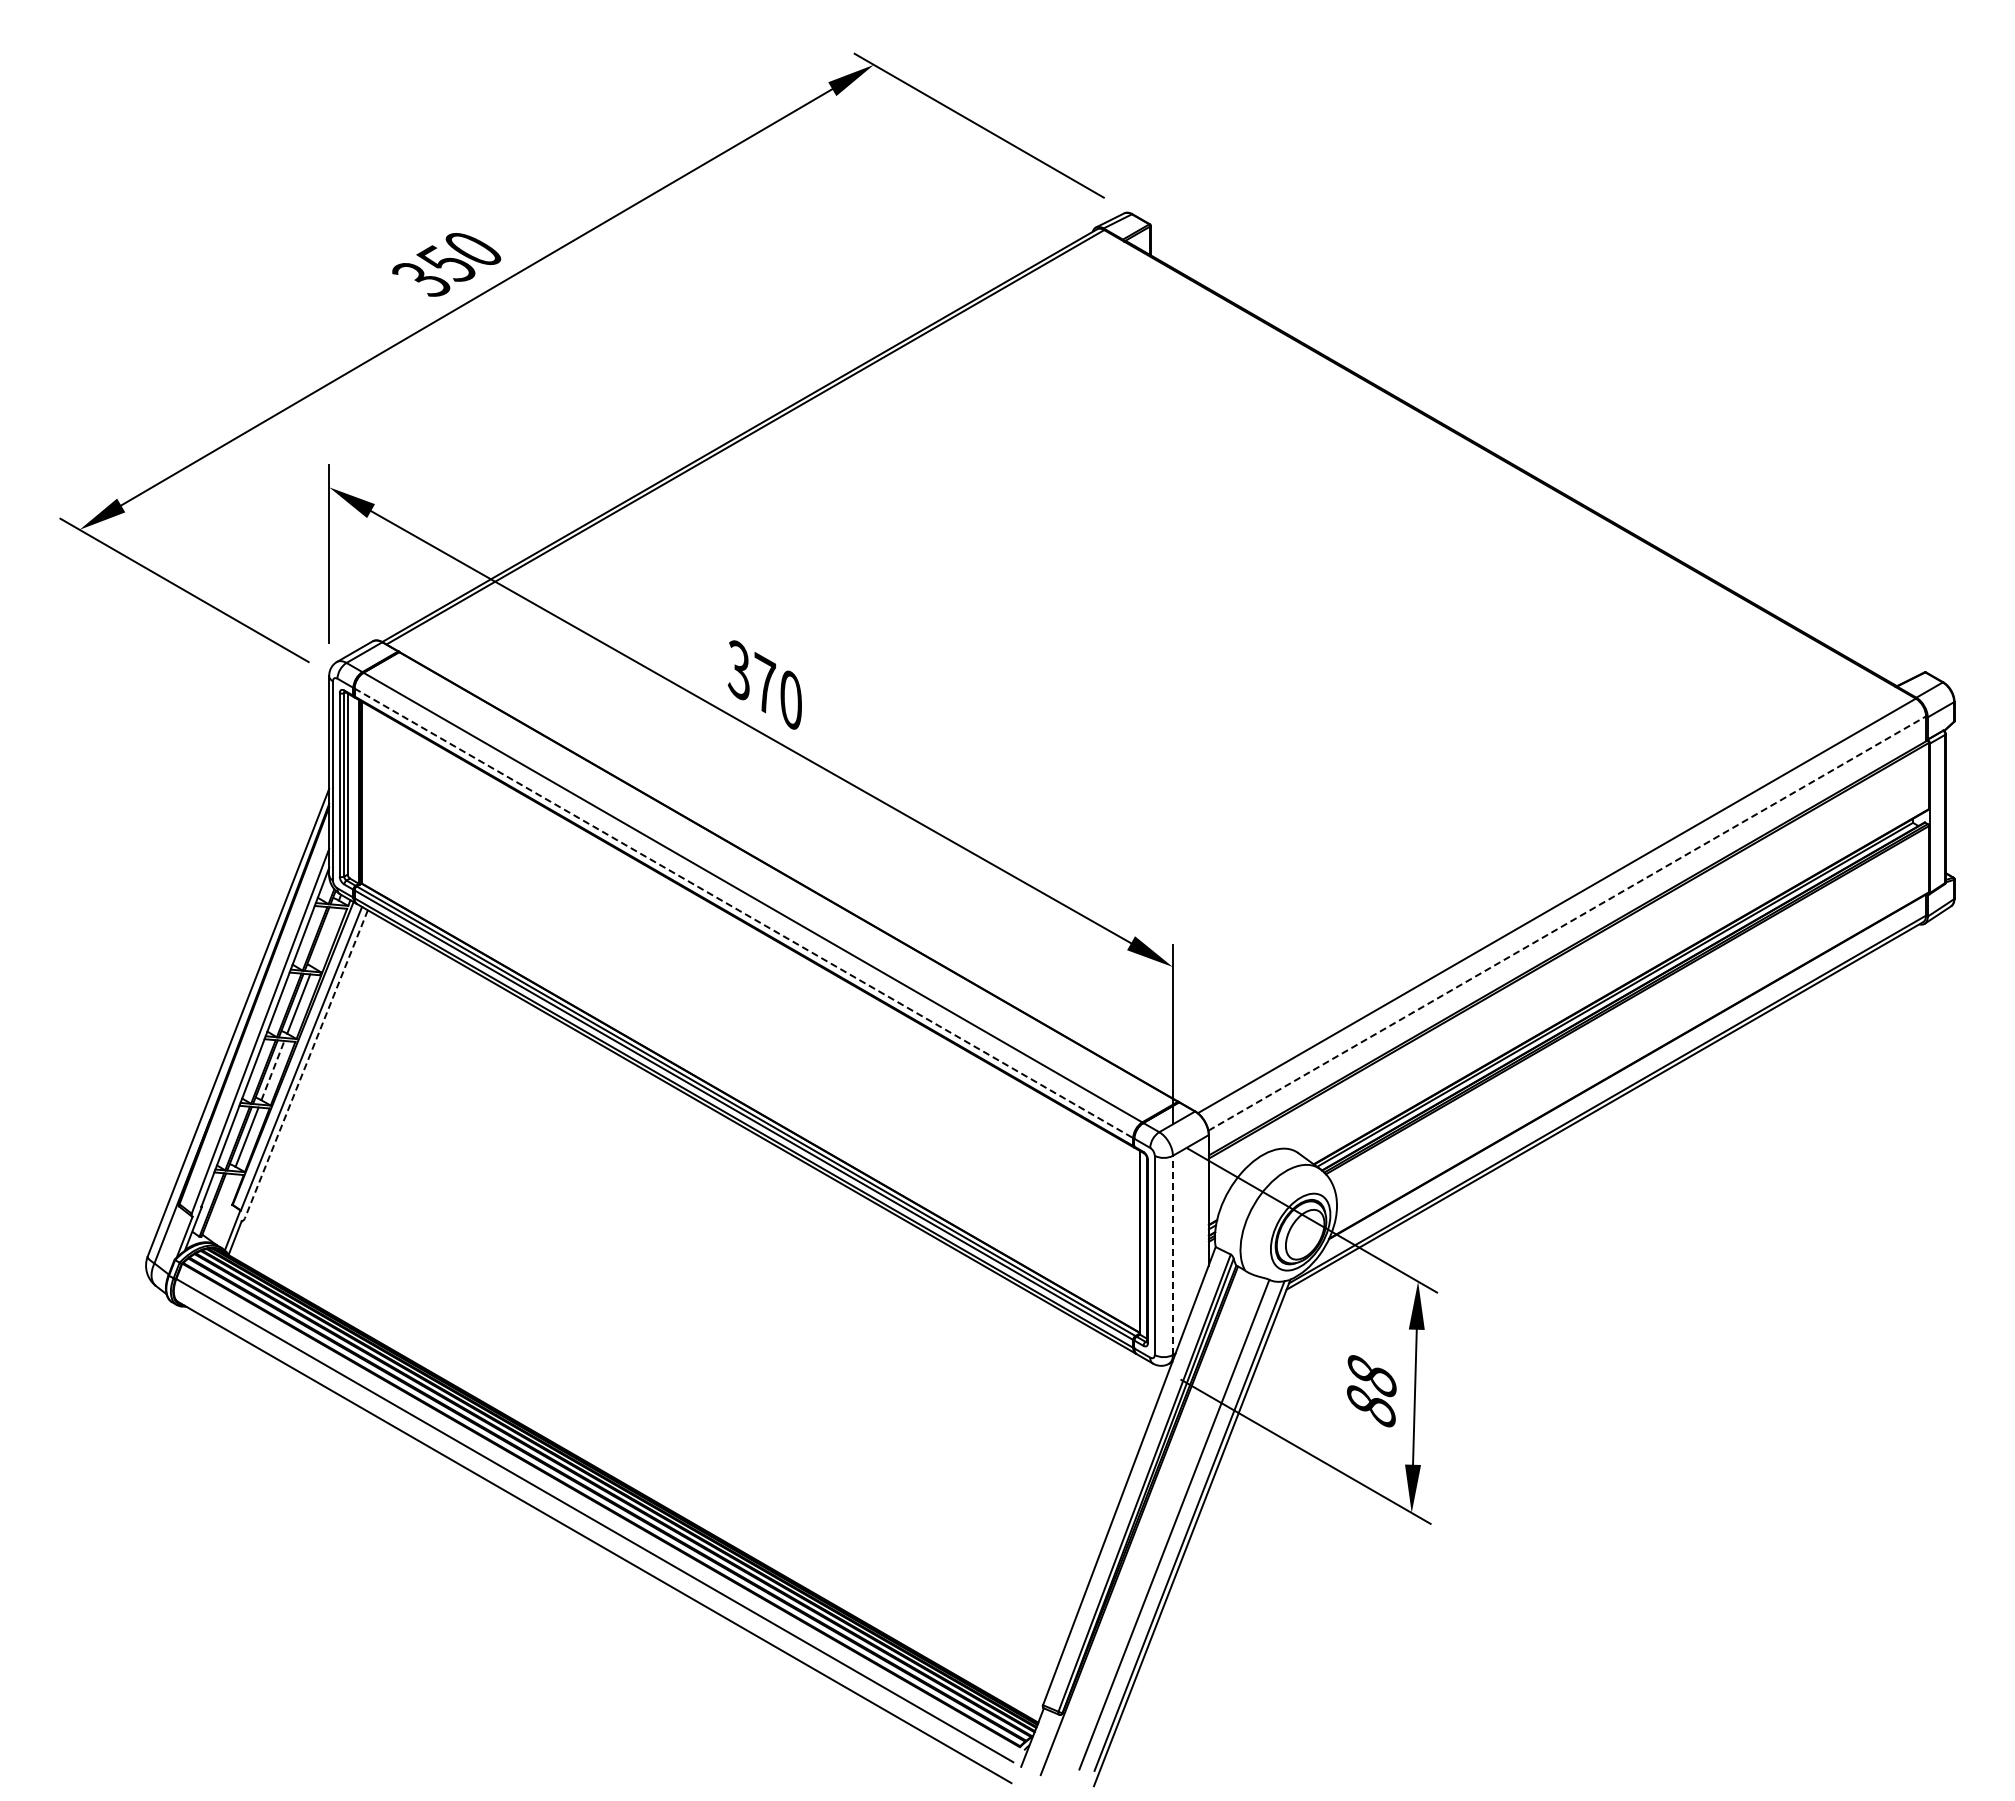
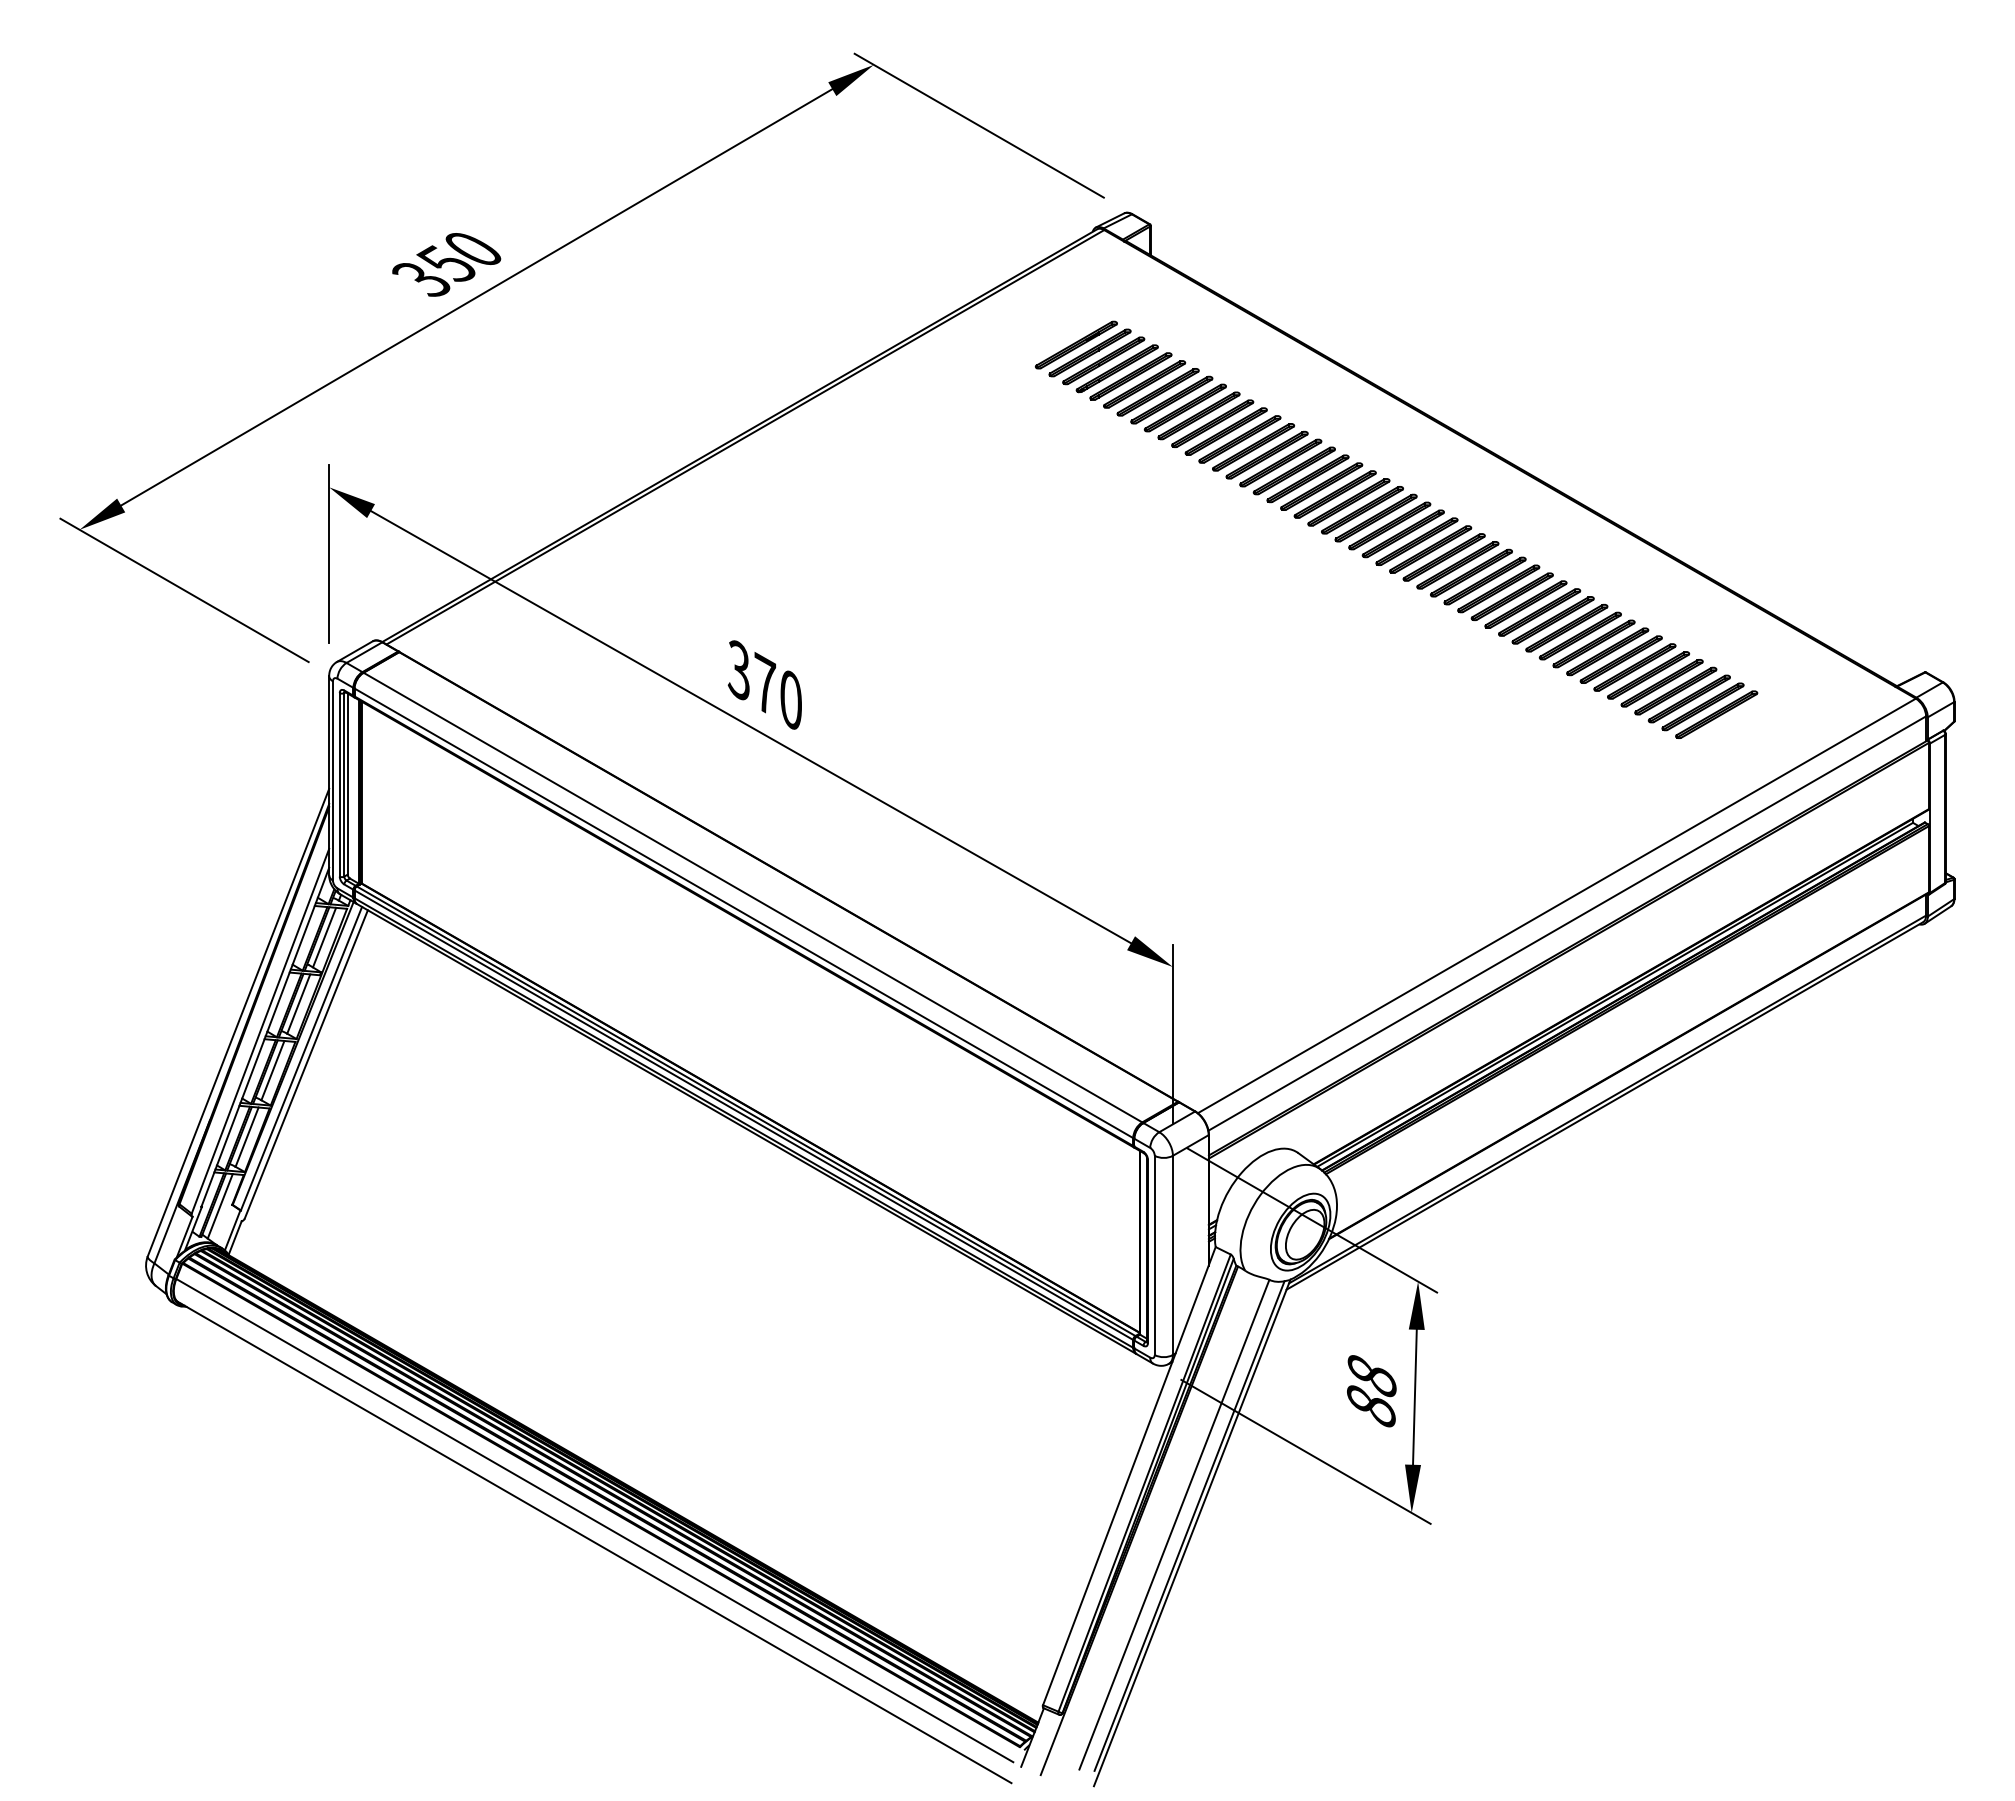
part at (1396, 529): none -> present
line at (743, 913): dashed -> solid
line at (1567, 923): dashed -> solid
line at (324, 937): none -> present
line at (306, 1064): dashed -> solid
line at (272, 1070): dashed -> solid
line at (219, 1206): none -> present
line at (1172, 1255): dashed -> solid
